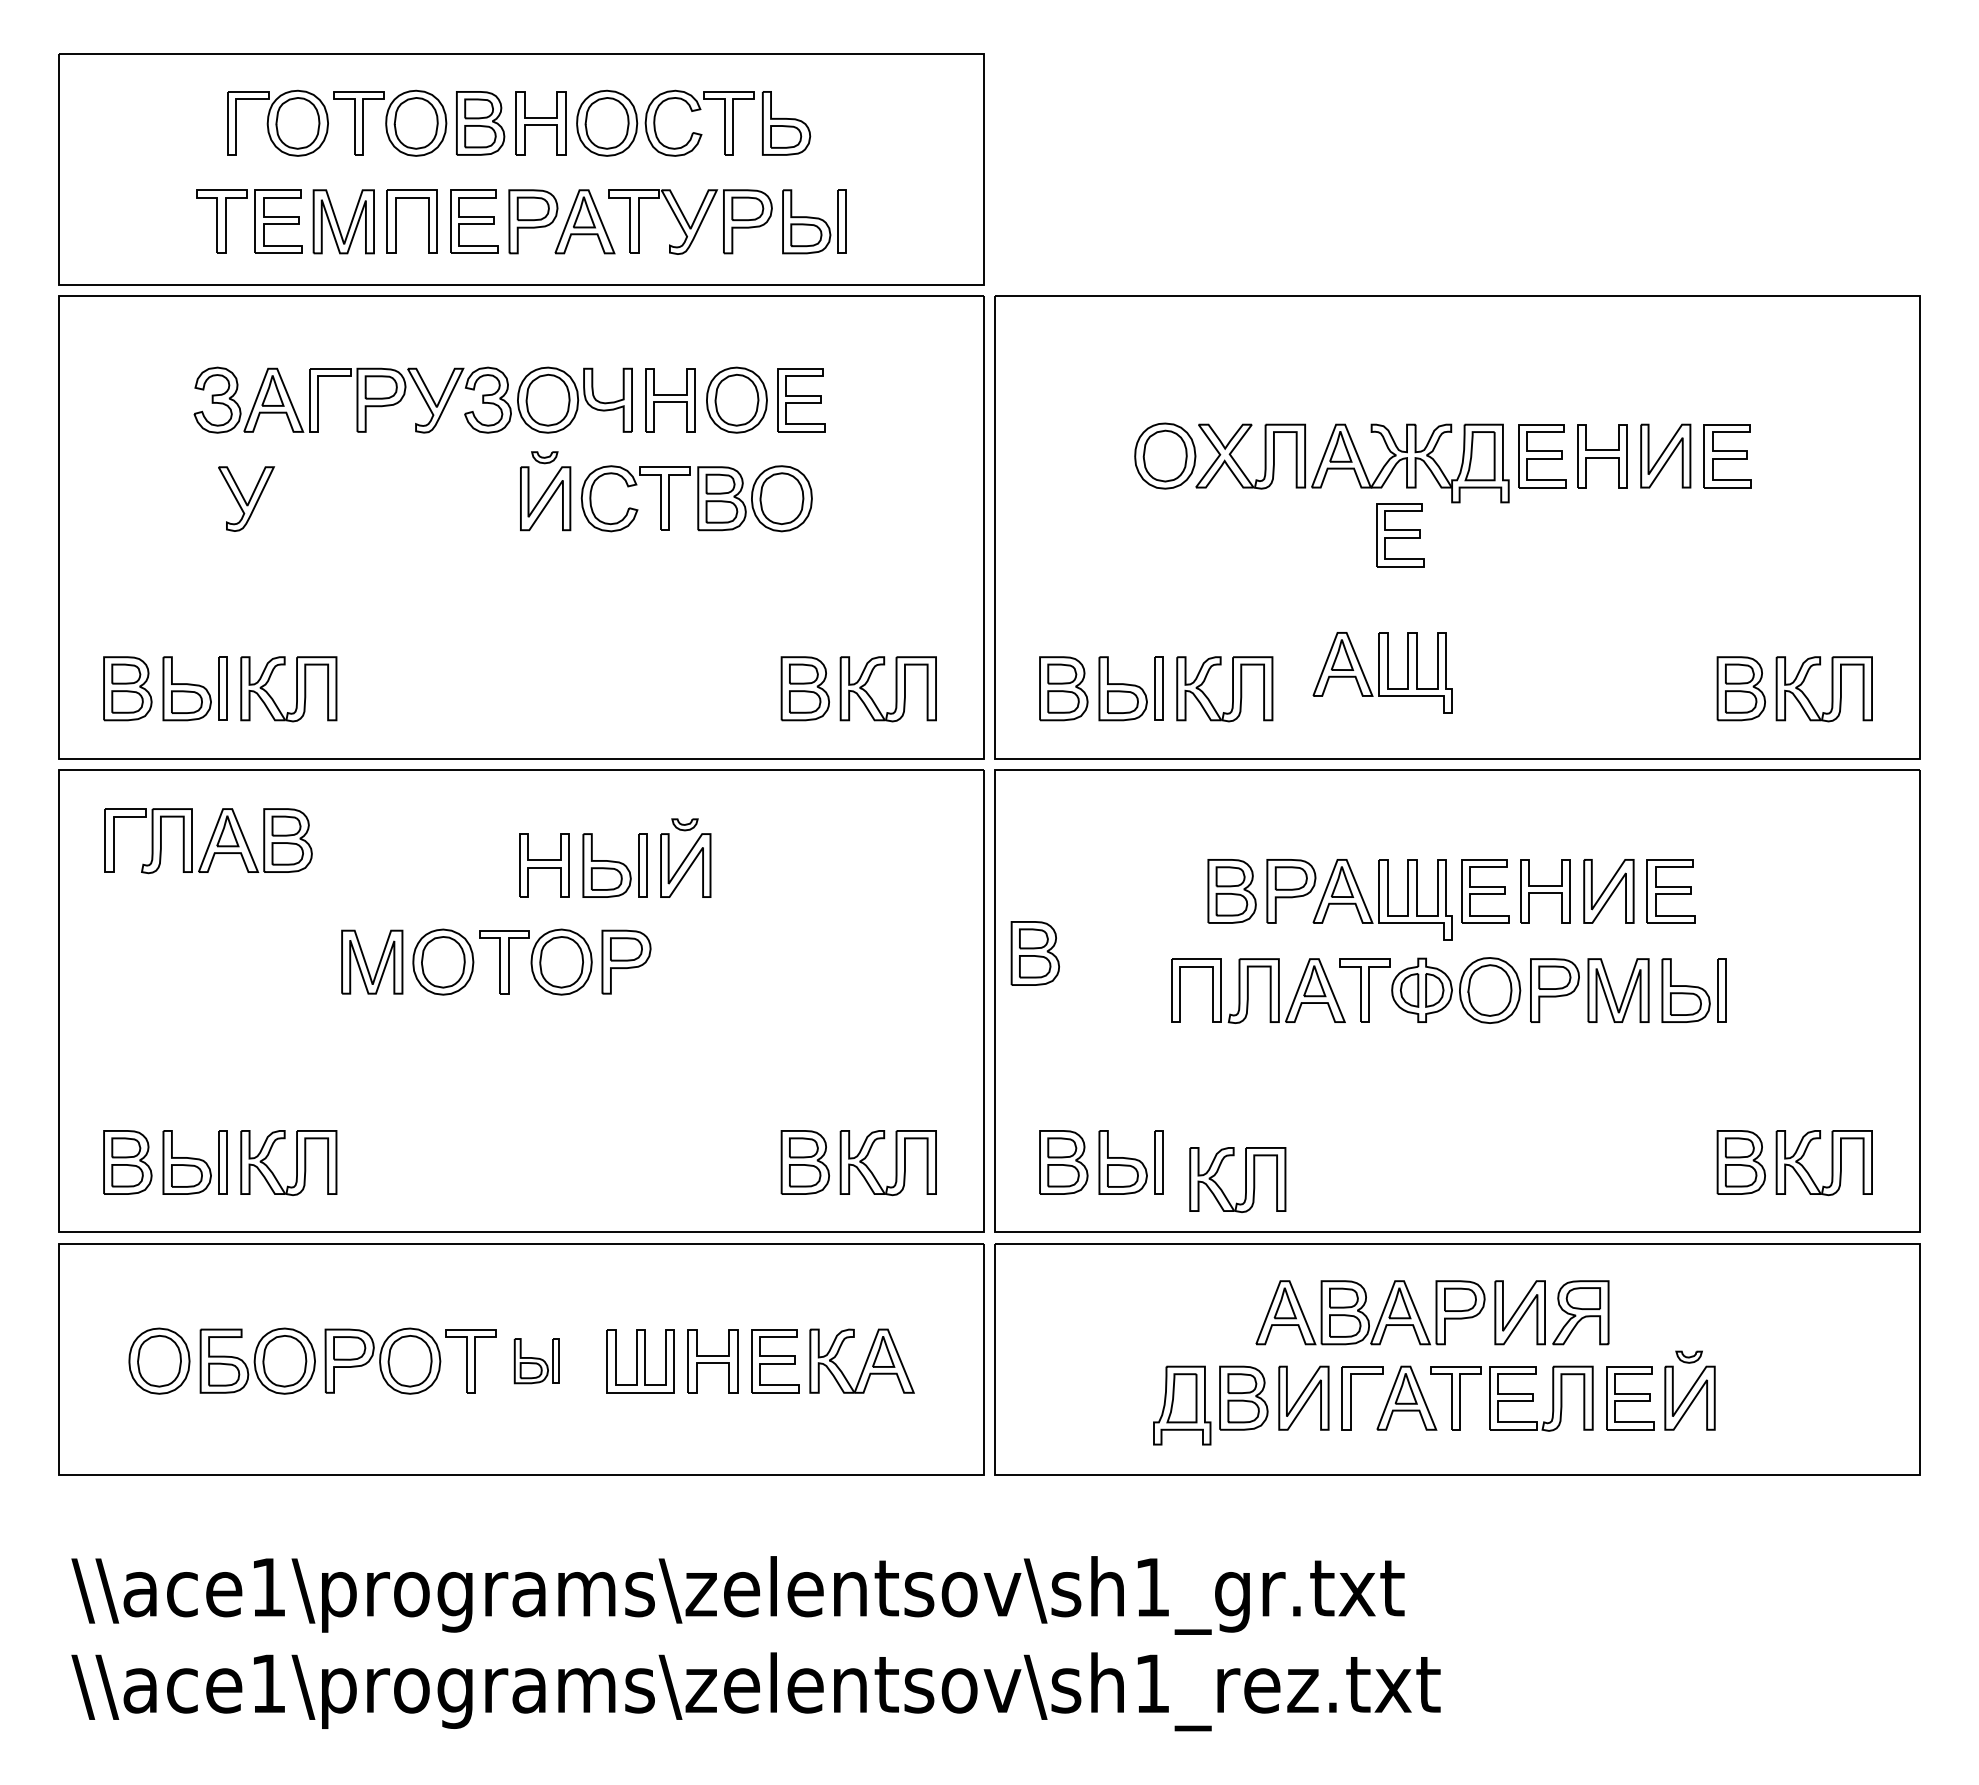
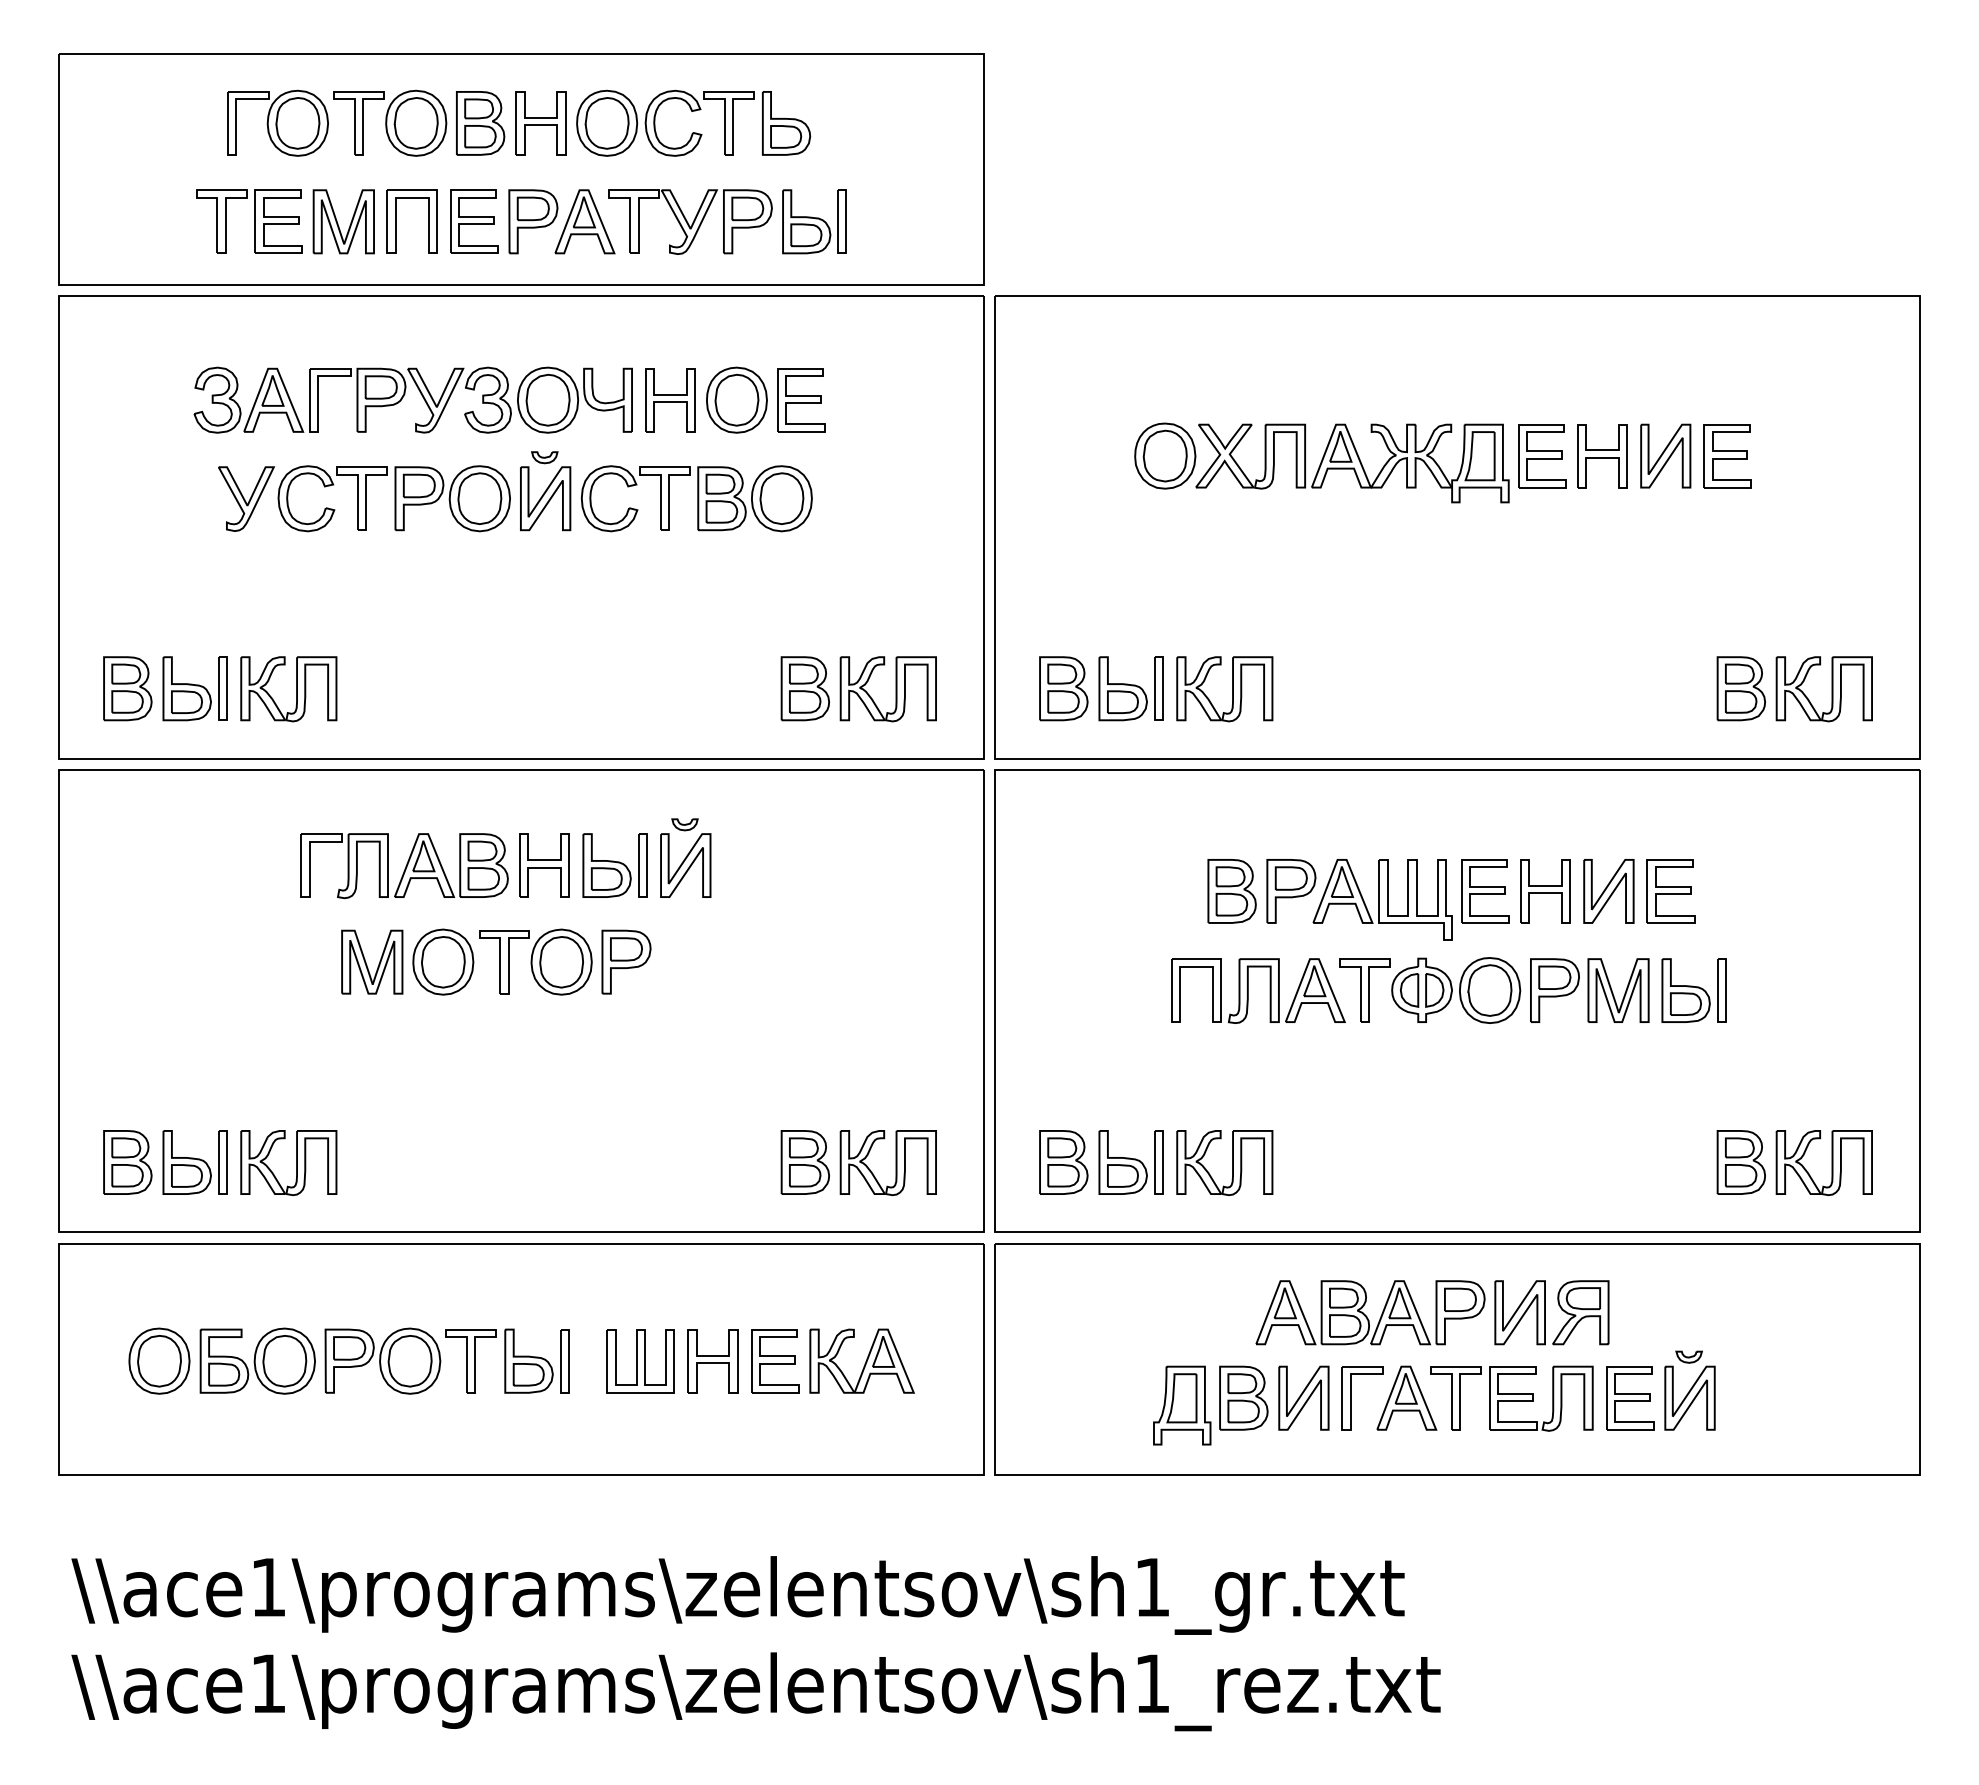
part at (393, 498): none -> present
part at (1400, 535): present -> none
part at (1382, 672): present -> none
part at (208, 841) position: (208, 841) -> (404, 866)
part at (1034, 953): present -> none
part at (1245, 1179) position: (1245, 1179) -> (1232, 1162)
part at (536, 1361) size: 47x47 px -> 66x66 px
